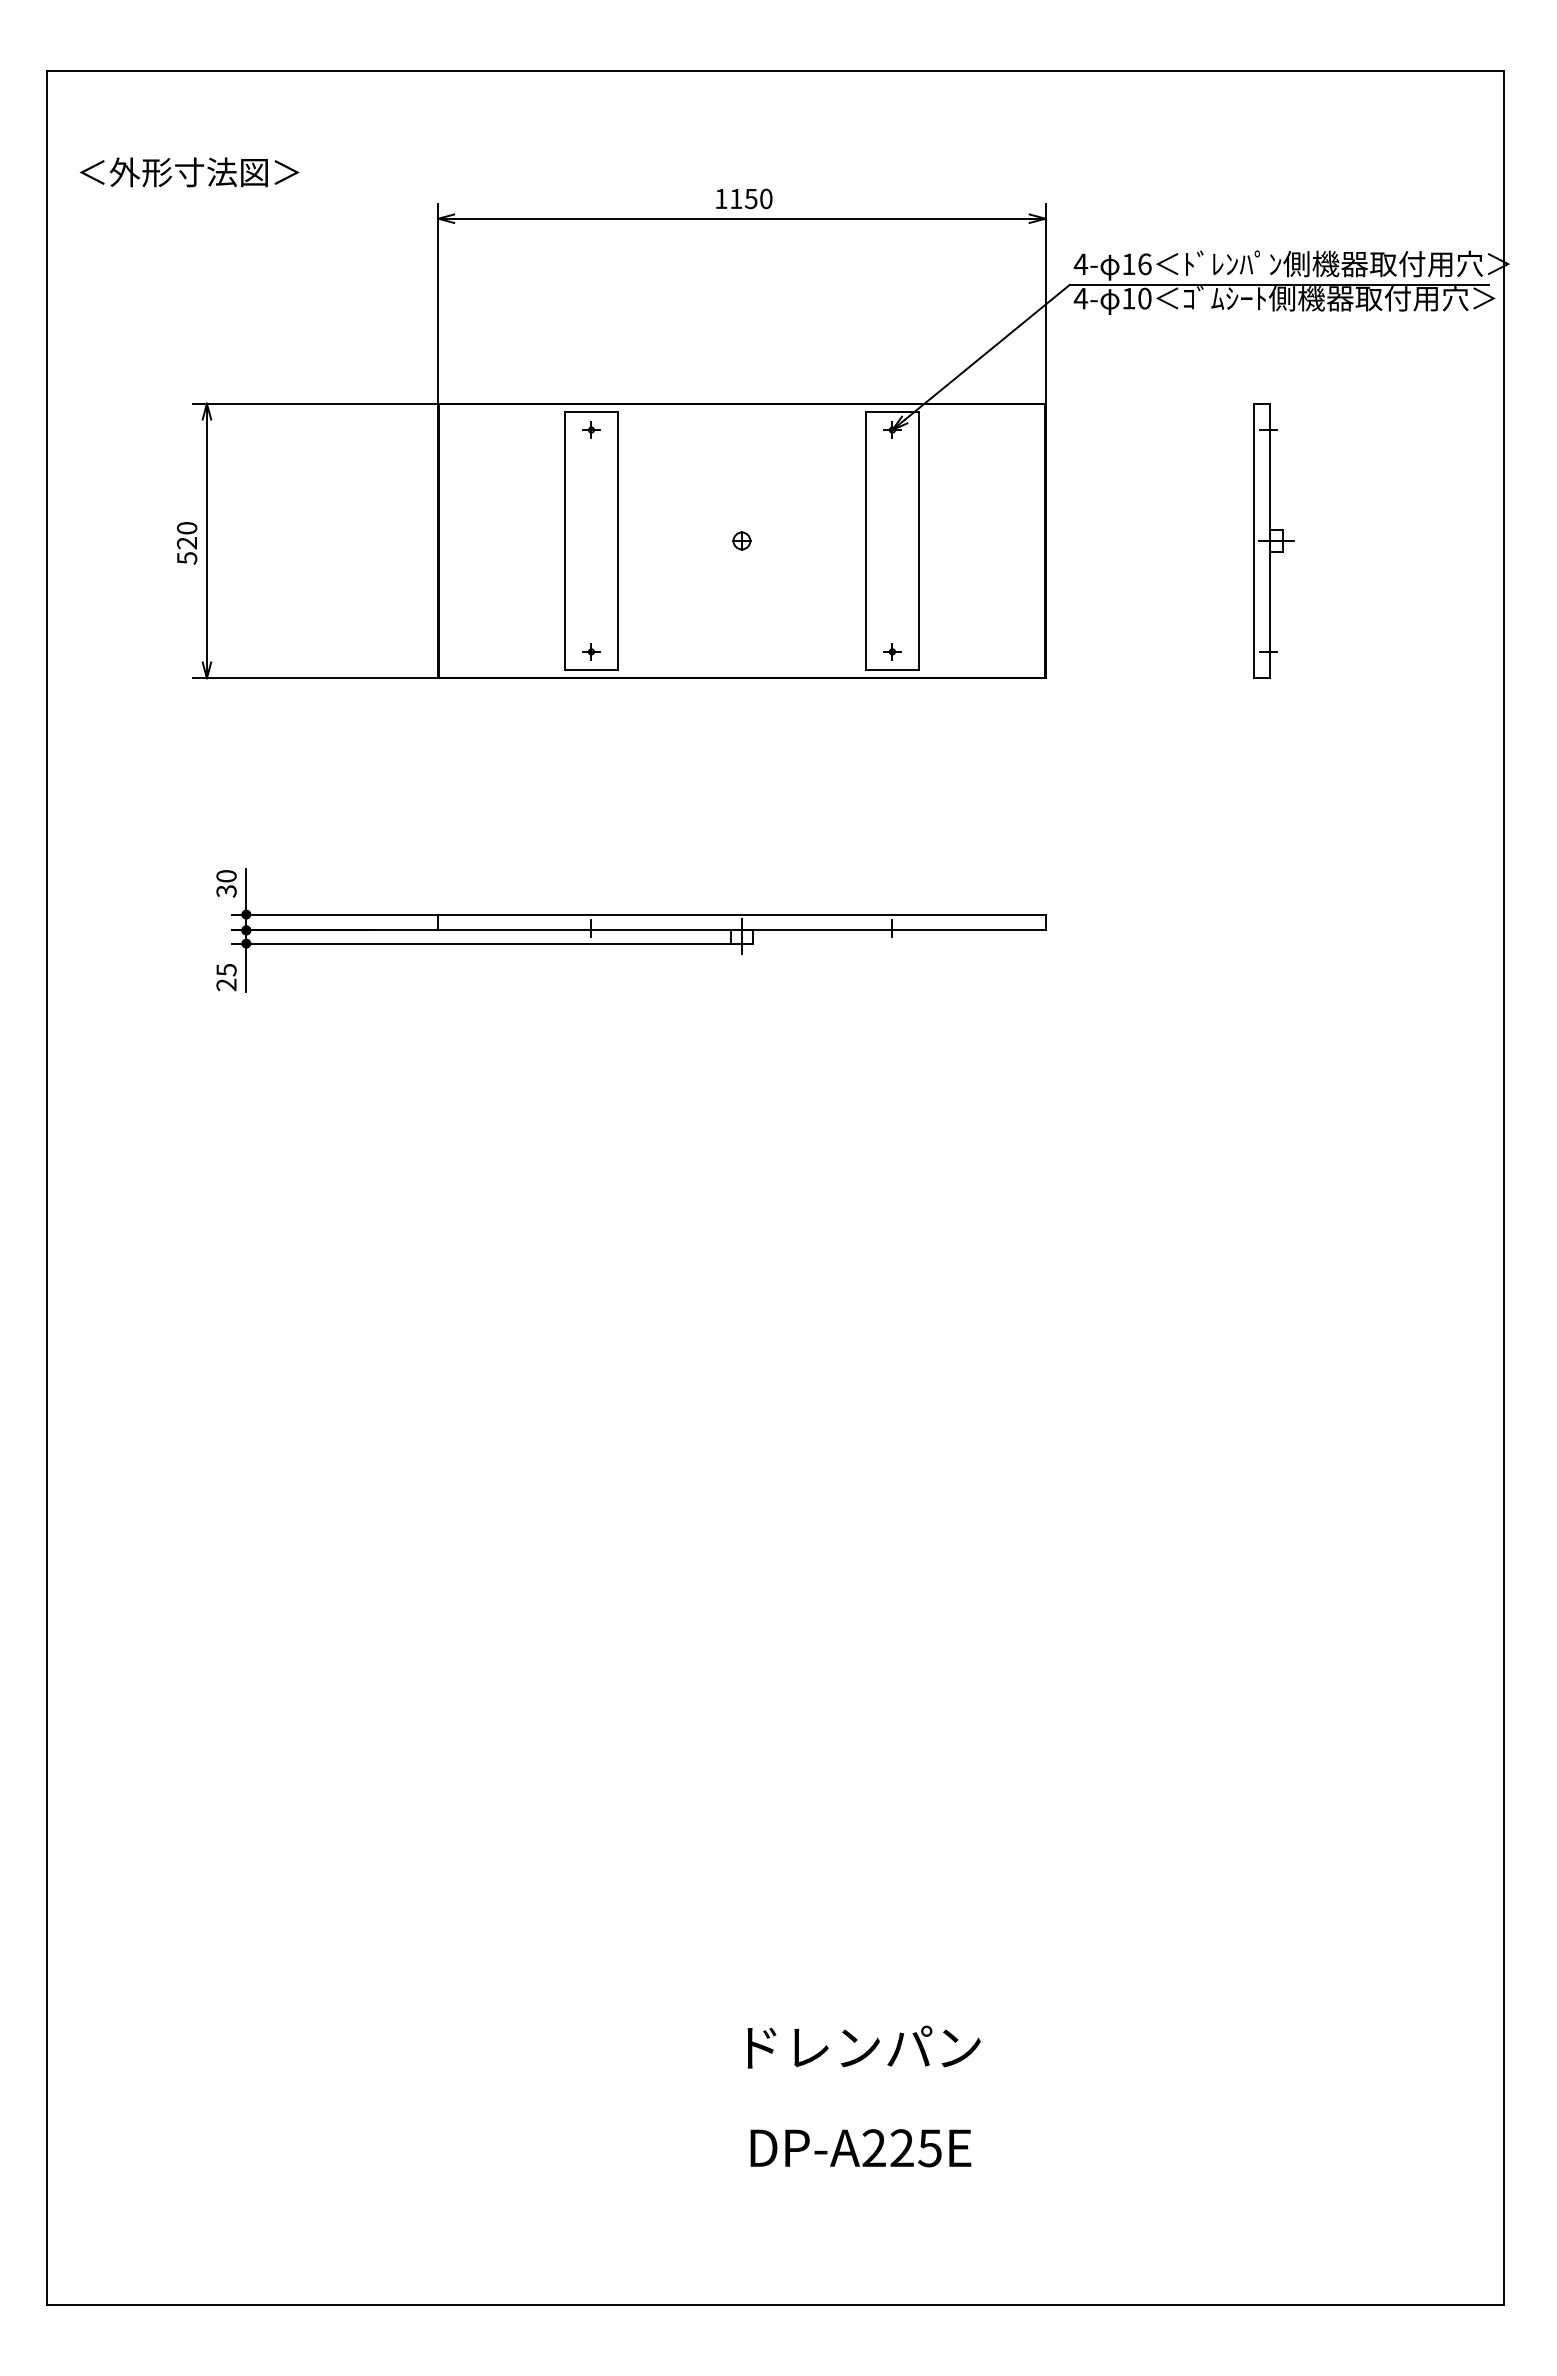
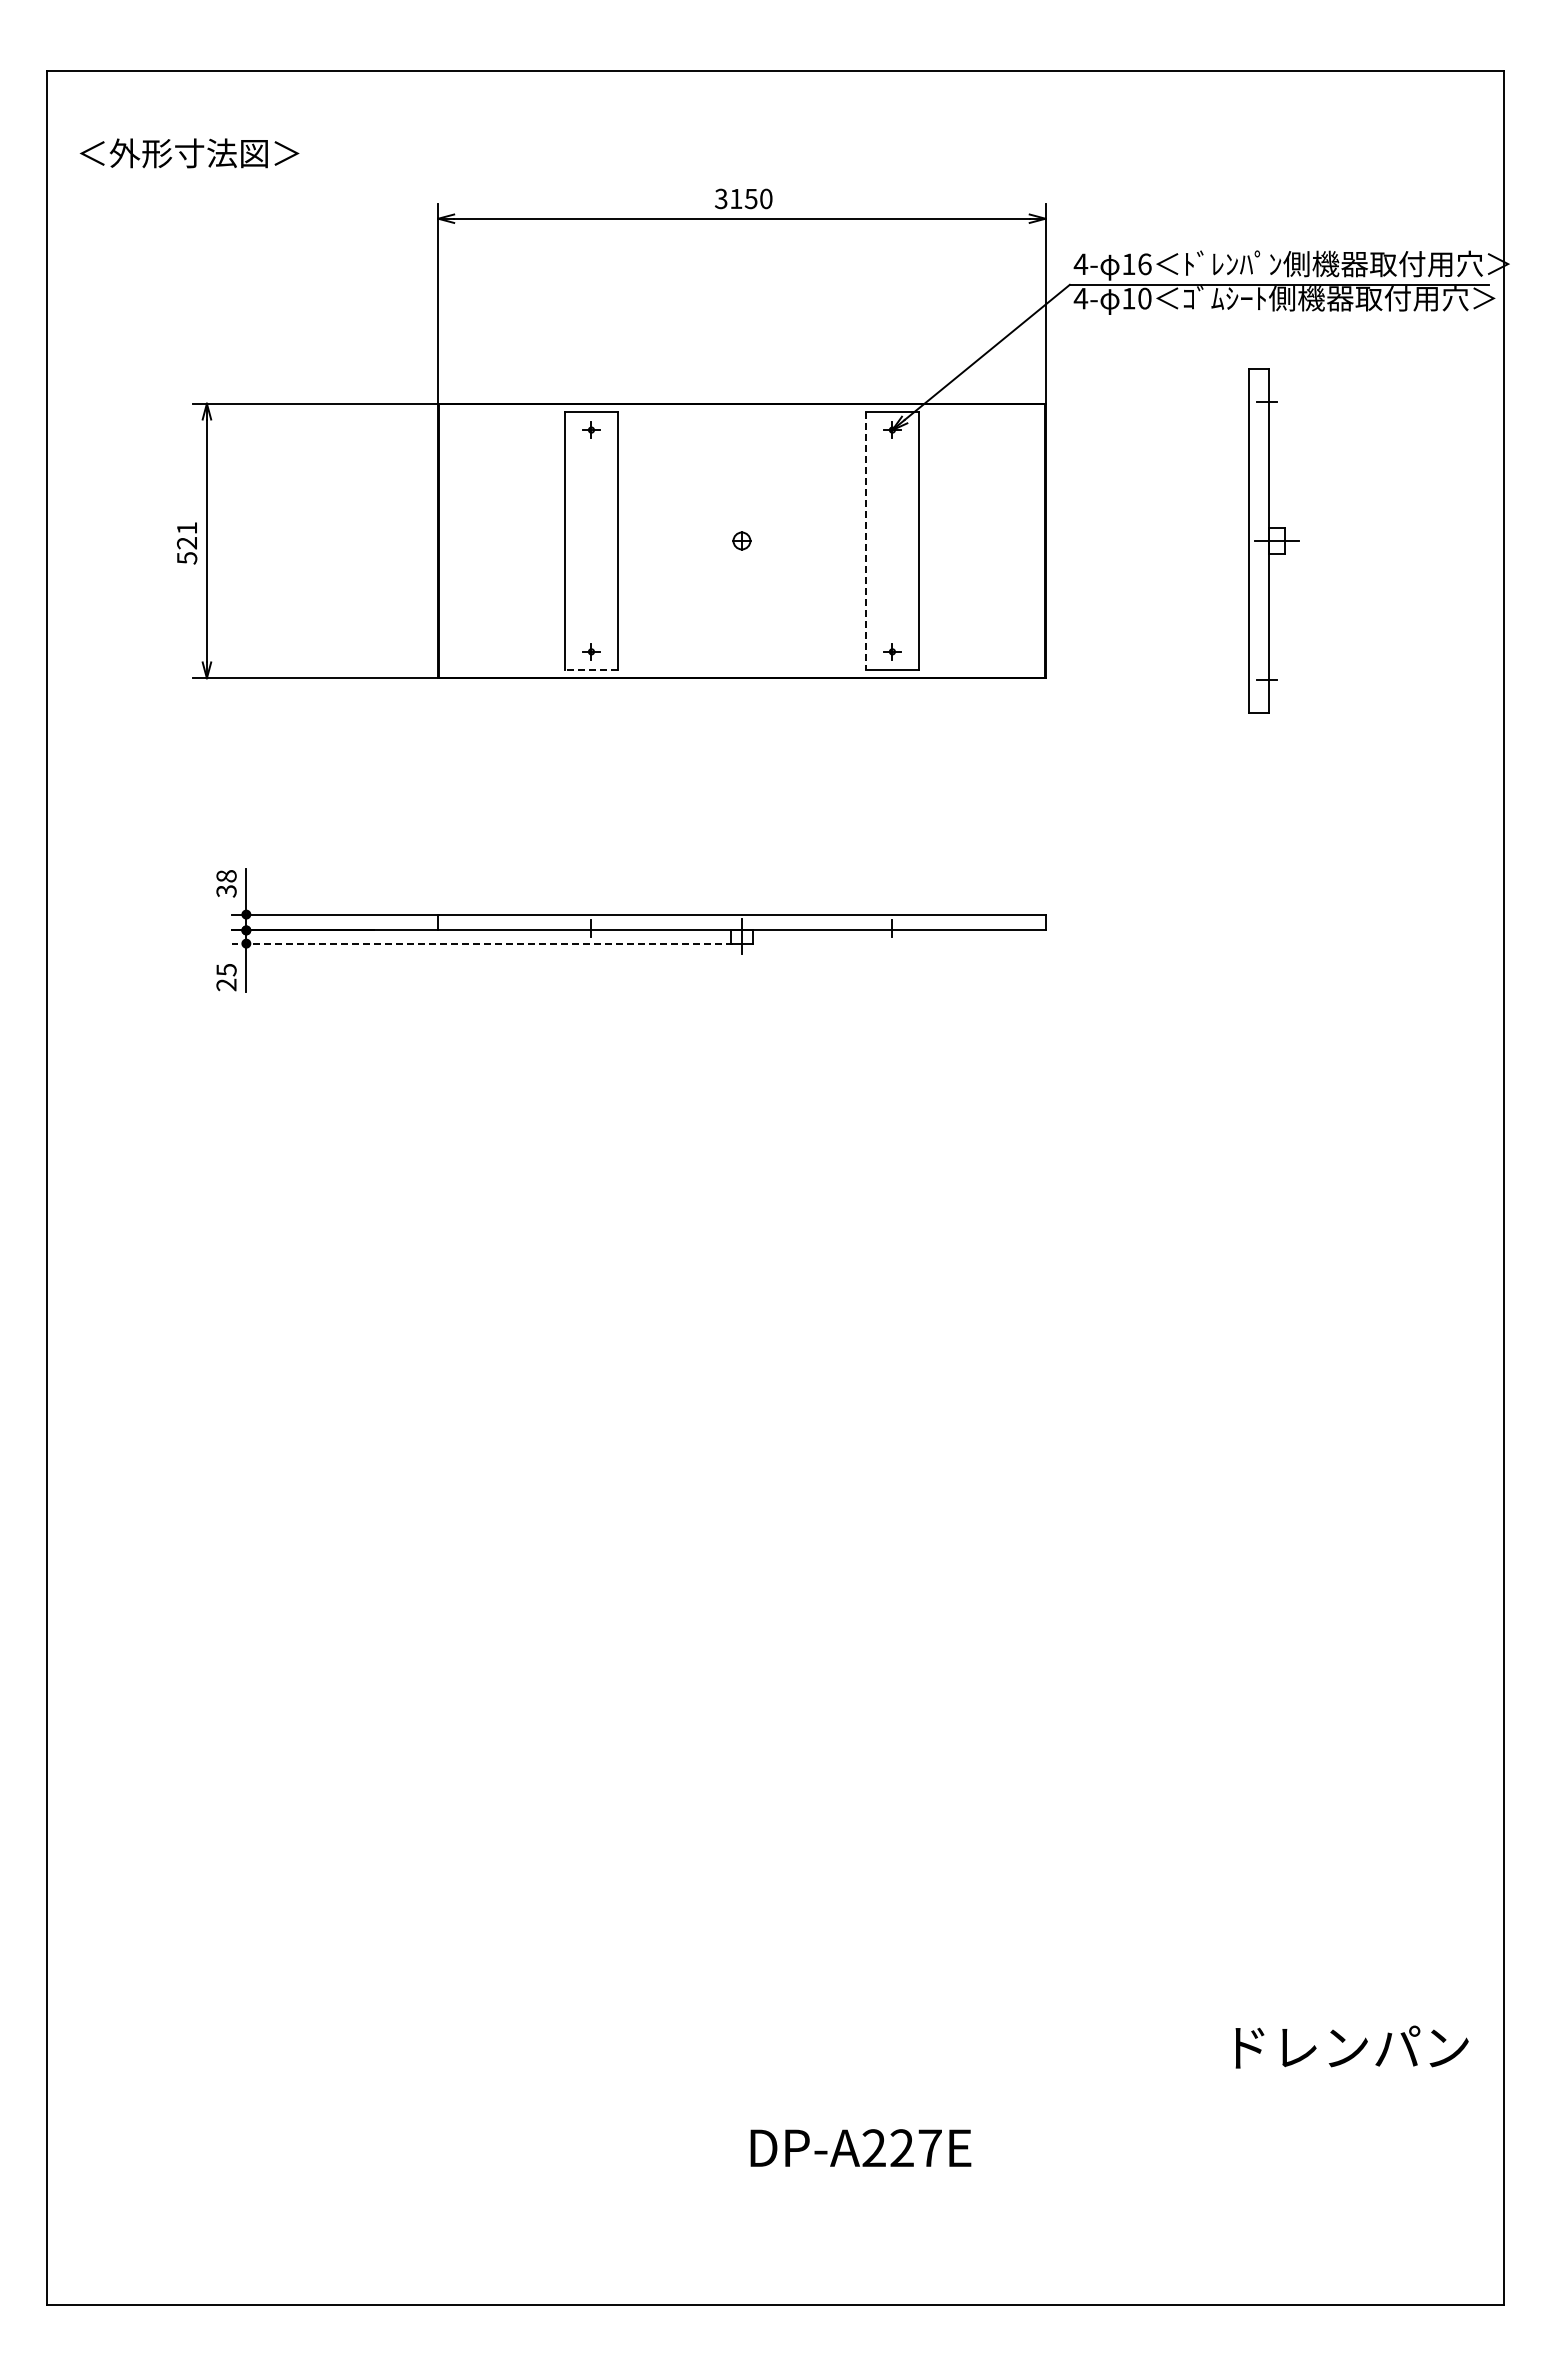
text at (189, 172) position: (189, 172) -> (189, 153)
text at (720, 198): 1150 -> 3150
text at (187, 528): 520 -> 521
part at (1273, 540) size: 42x276 px -> 52x346 px
line at (866, 541): solid -> dashed
line at (590, 670): solid -> dashed
text at (226, 876): 30 -> 38
line at (481, 943): solid -> dashed
text at (863, 2046) position: (863, 2046) -> (1351, 2046)
text at (929, 2148): DP-A225E -> DP-A227E
